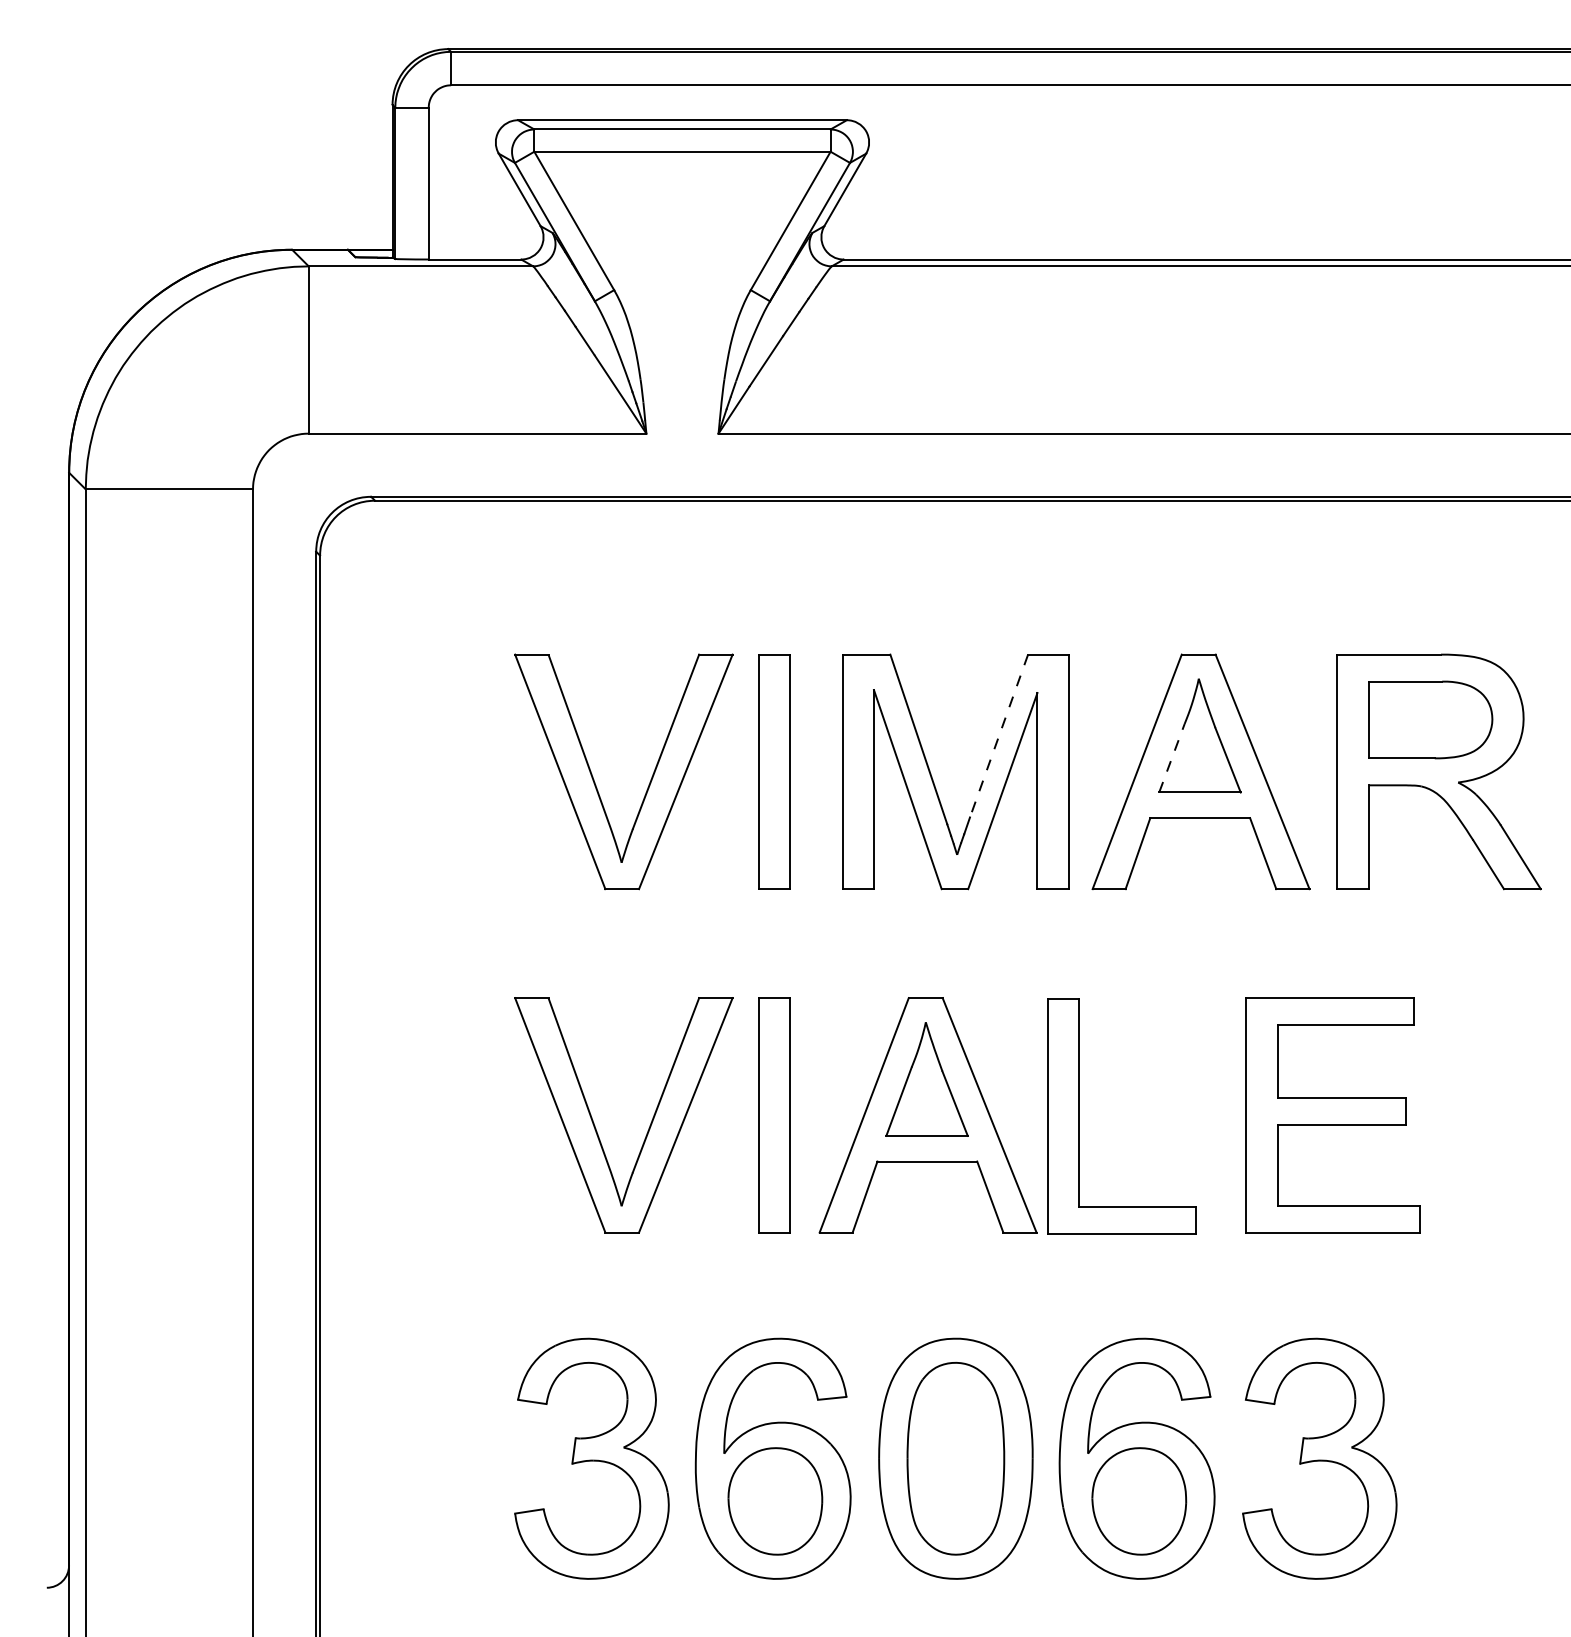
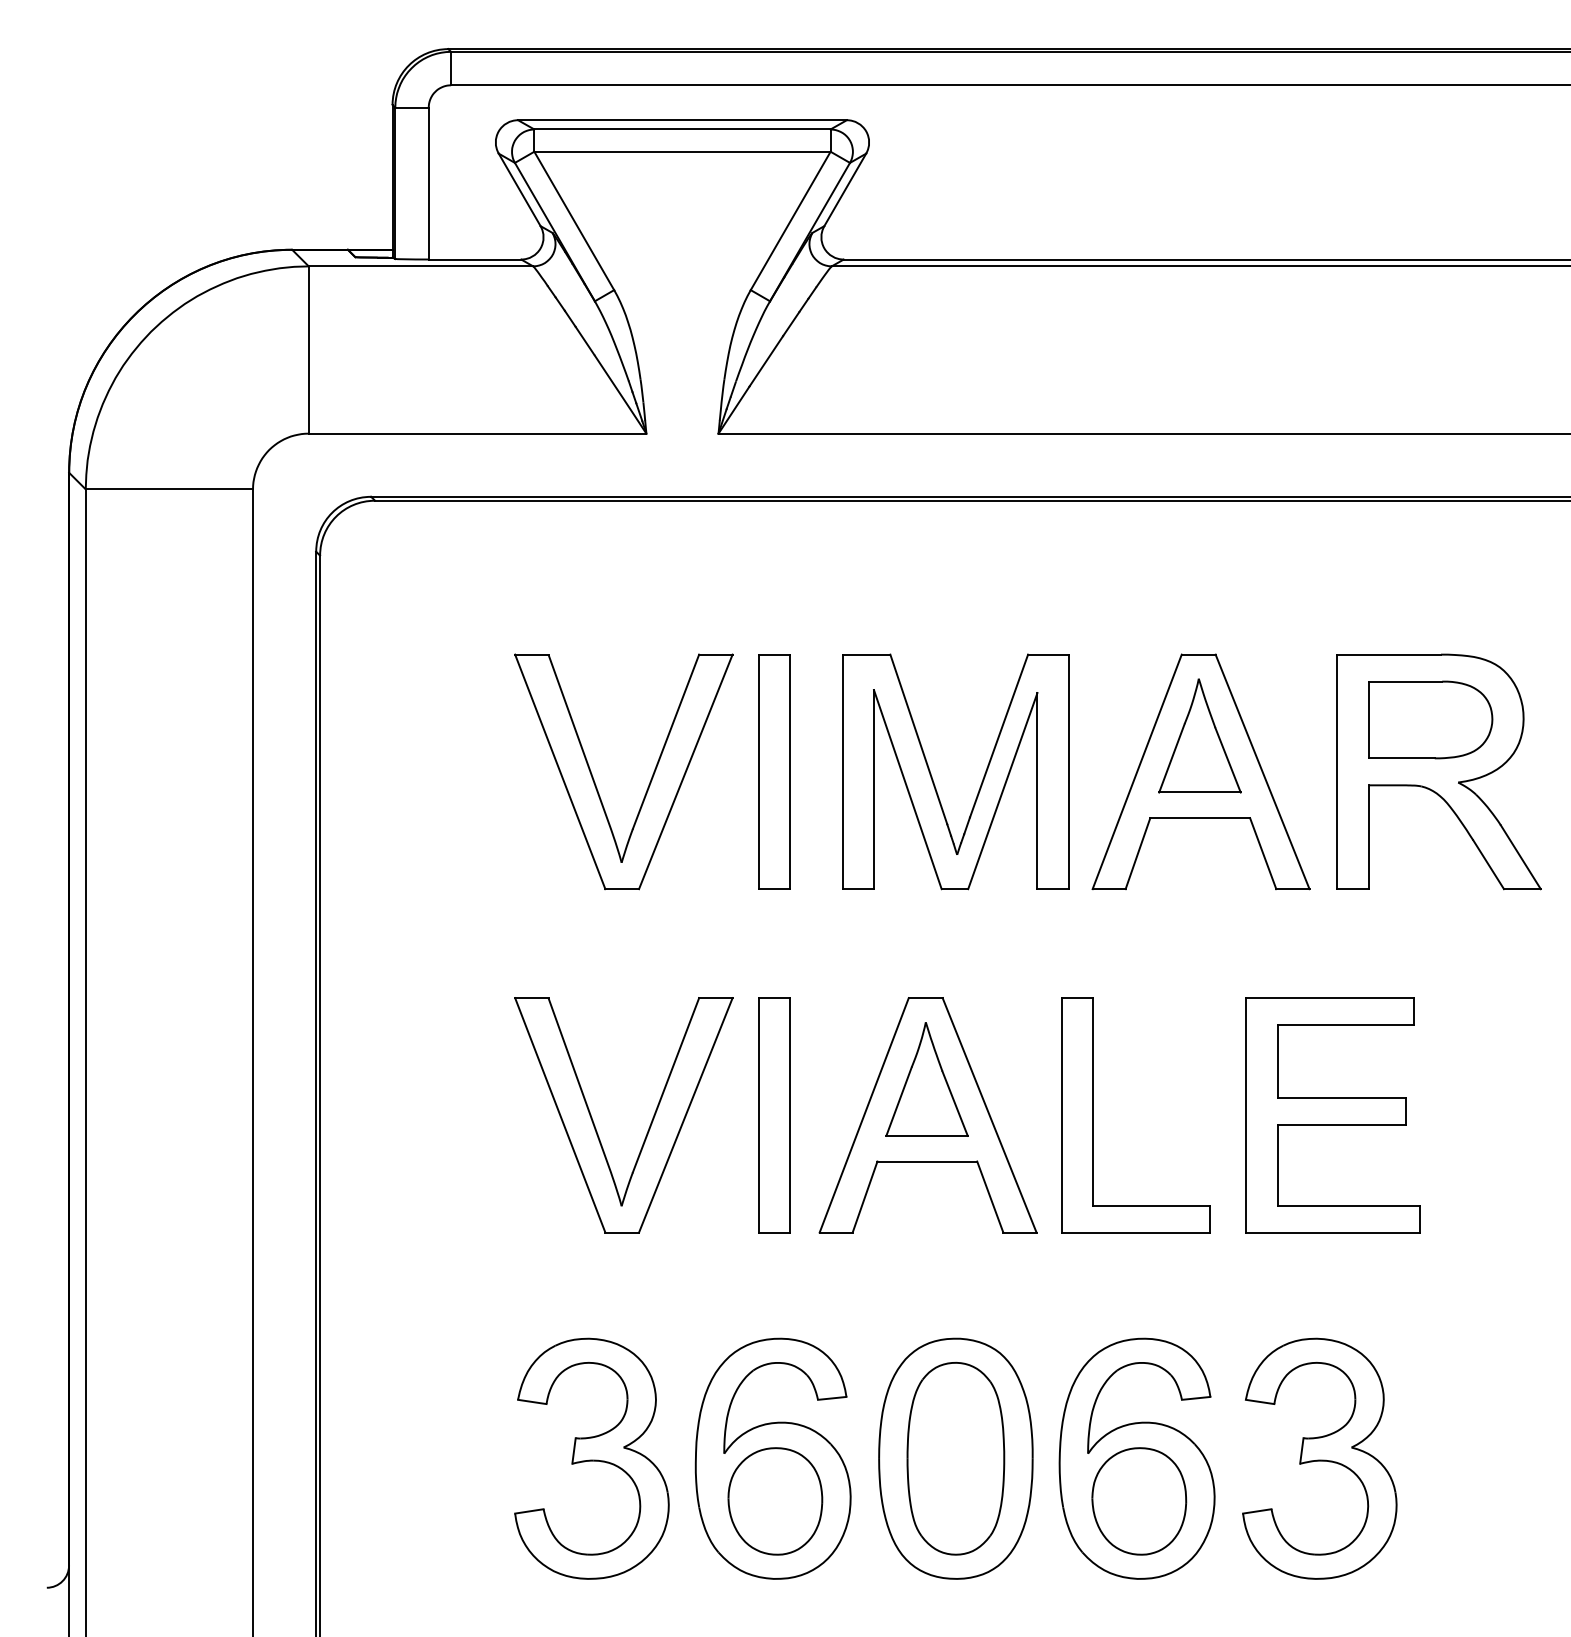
line at (998, 736): dashed -> solid
line at (1171, 758): dashed -> solid
part at (1079, 1116) position: (1079, 1116) -> (1093, 1115)
